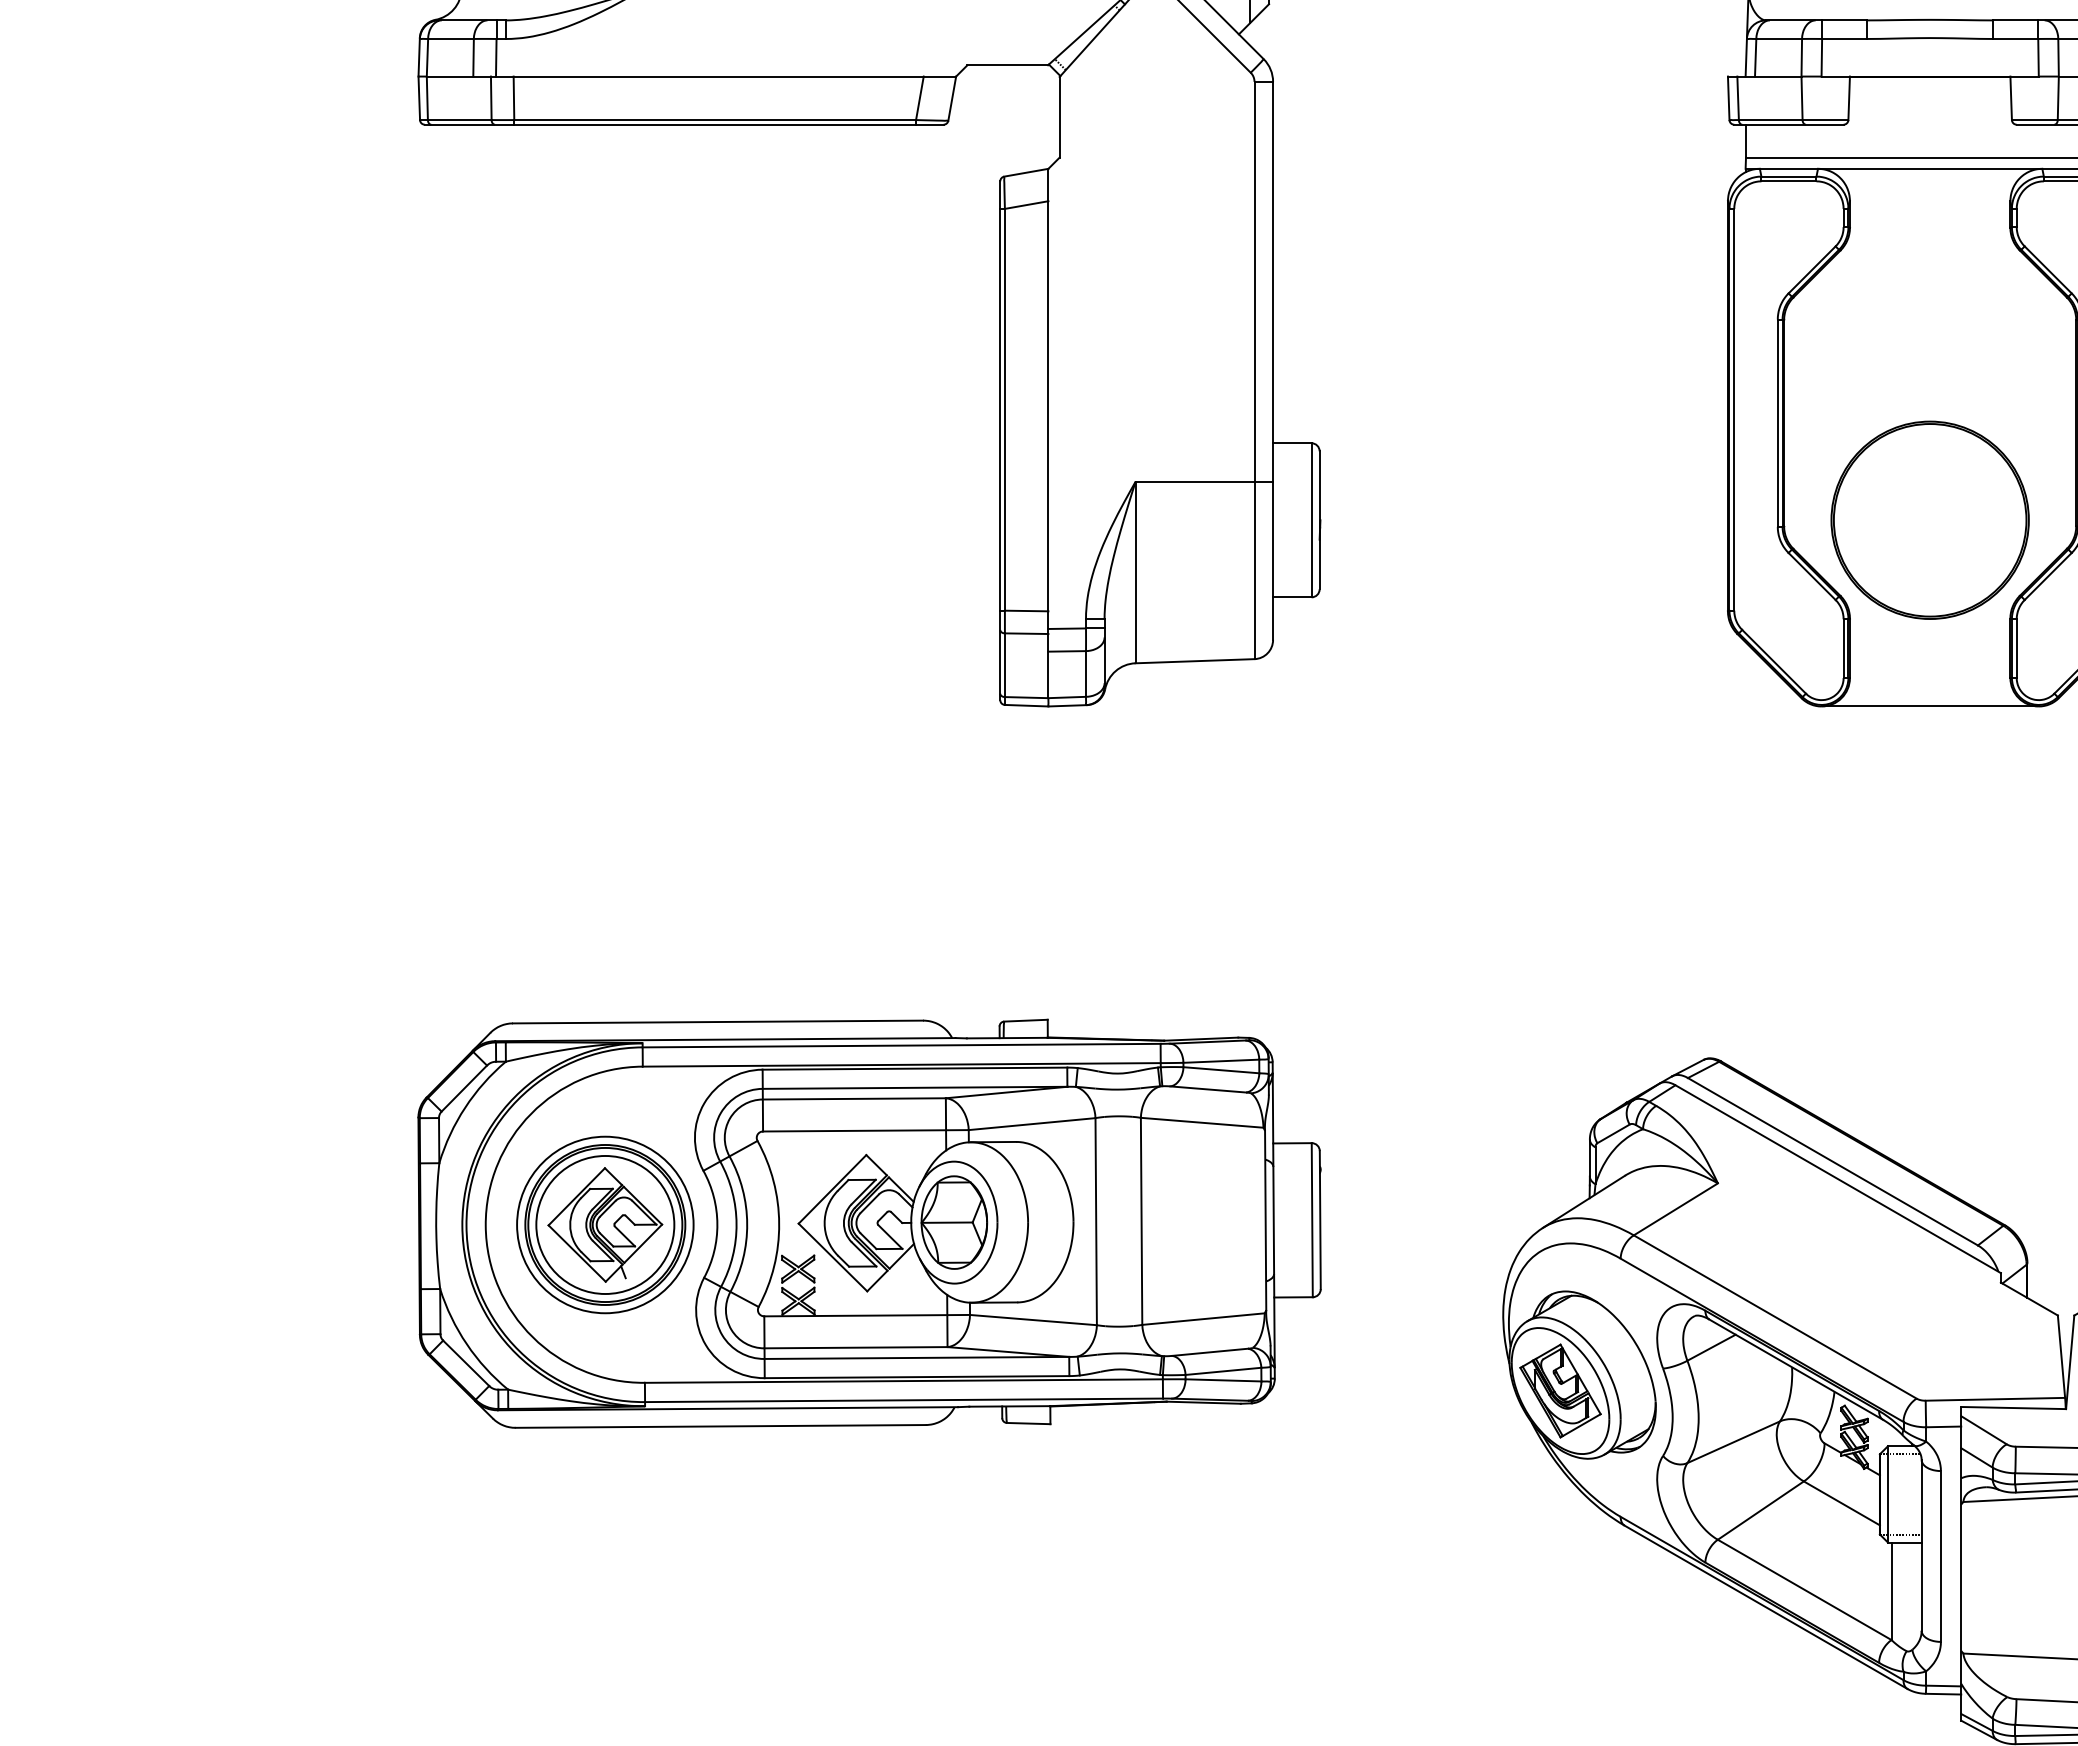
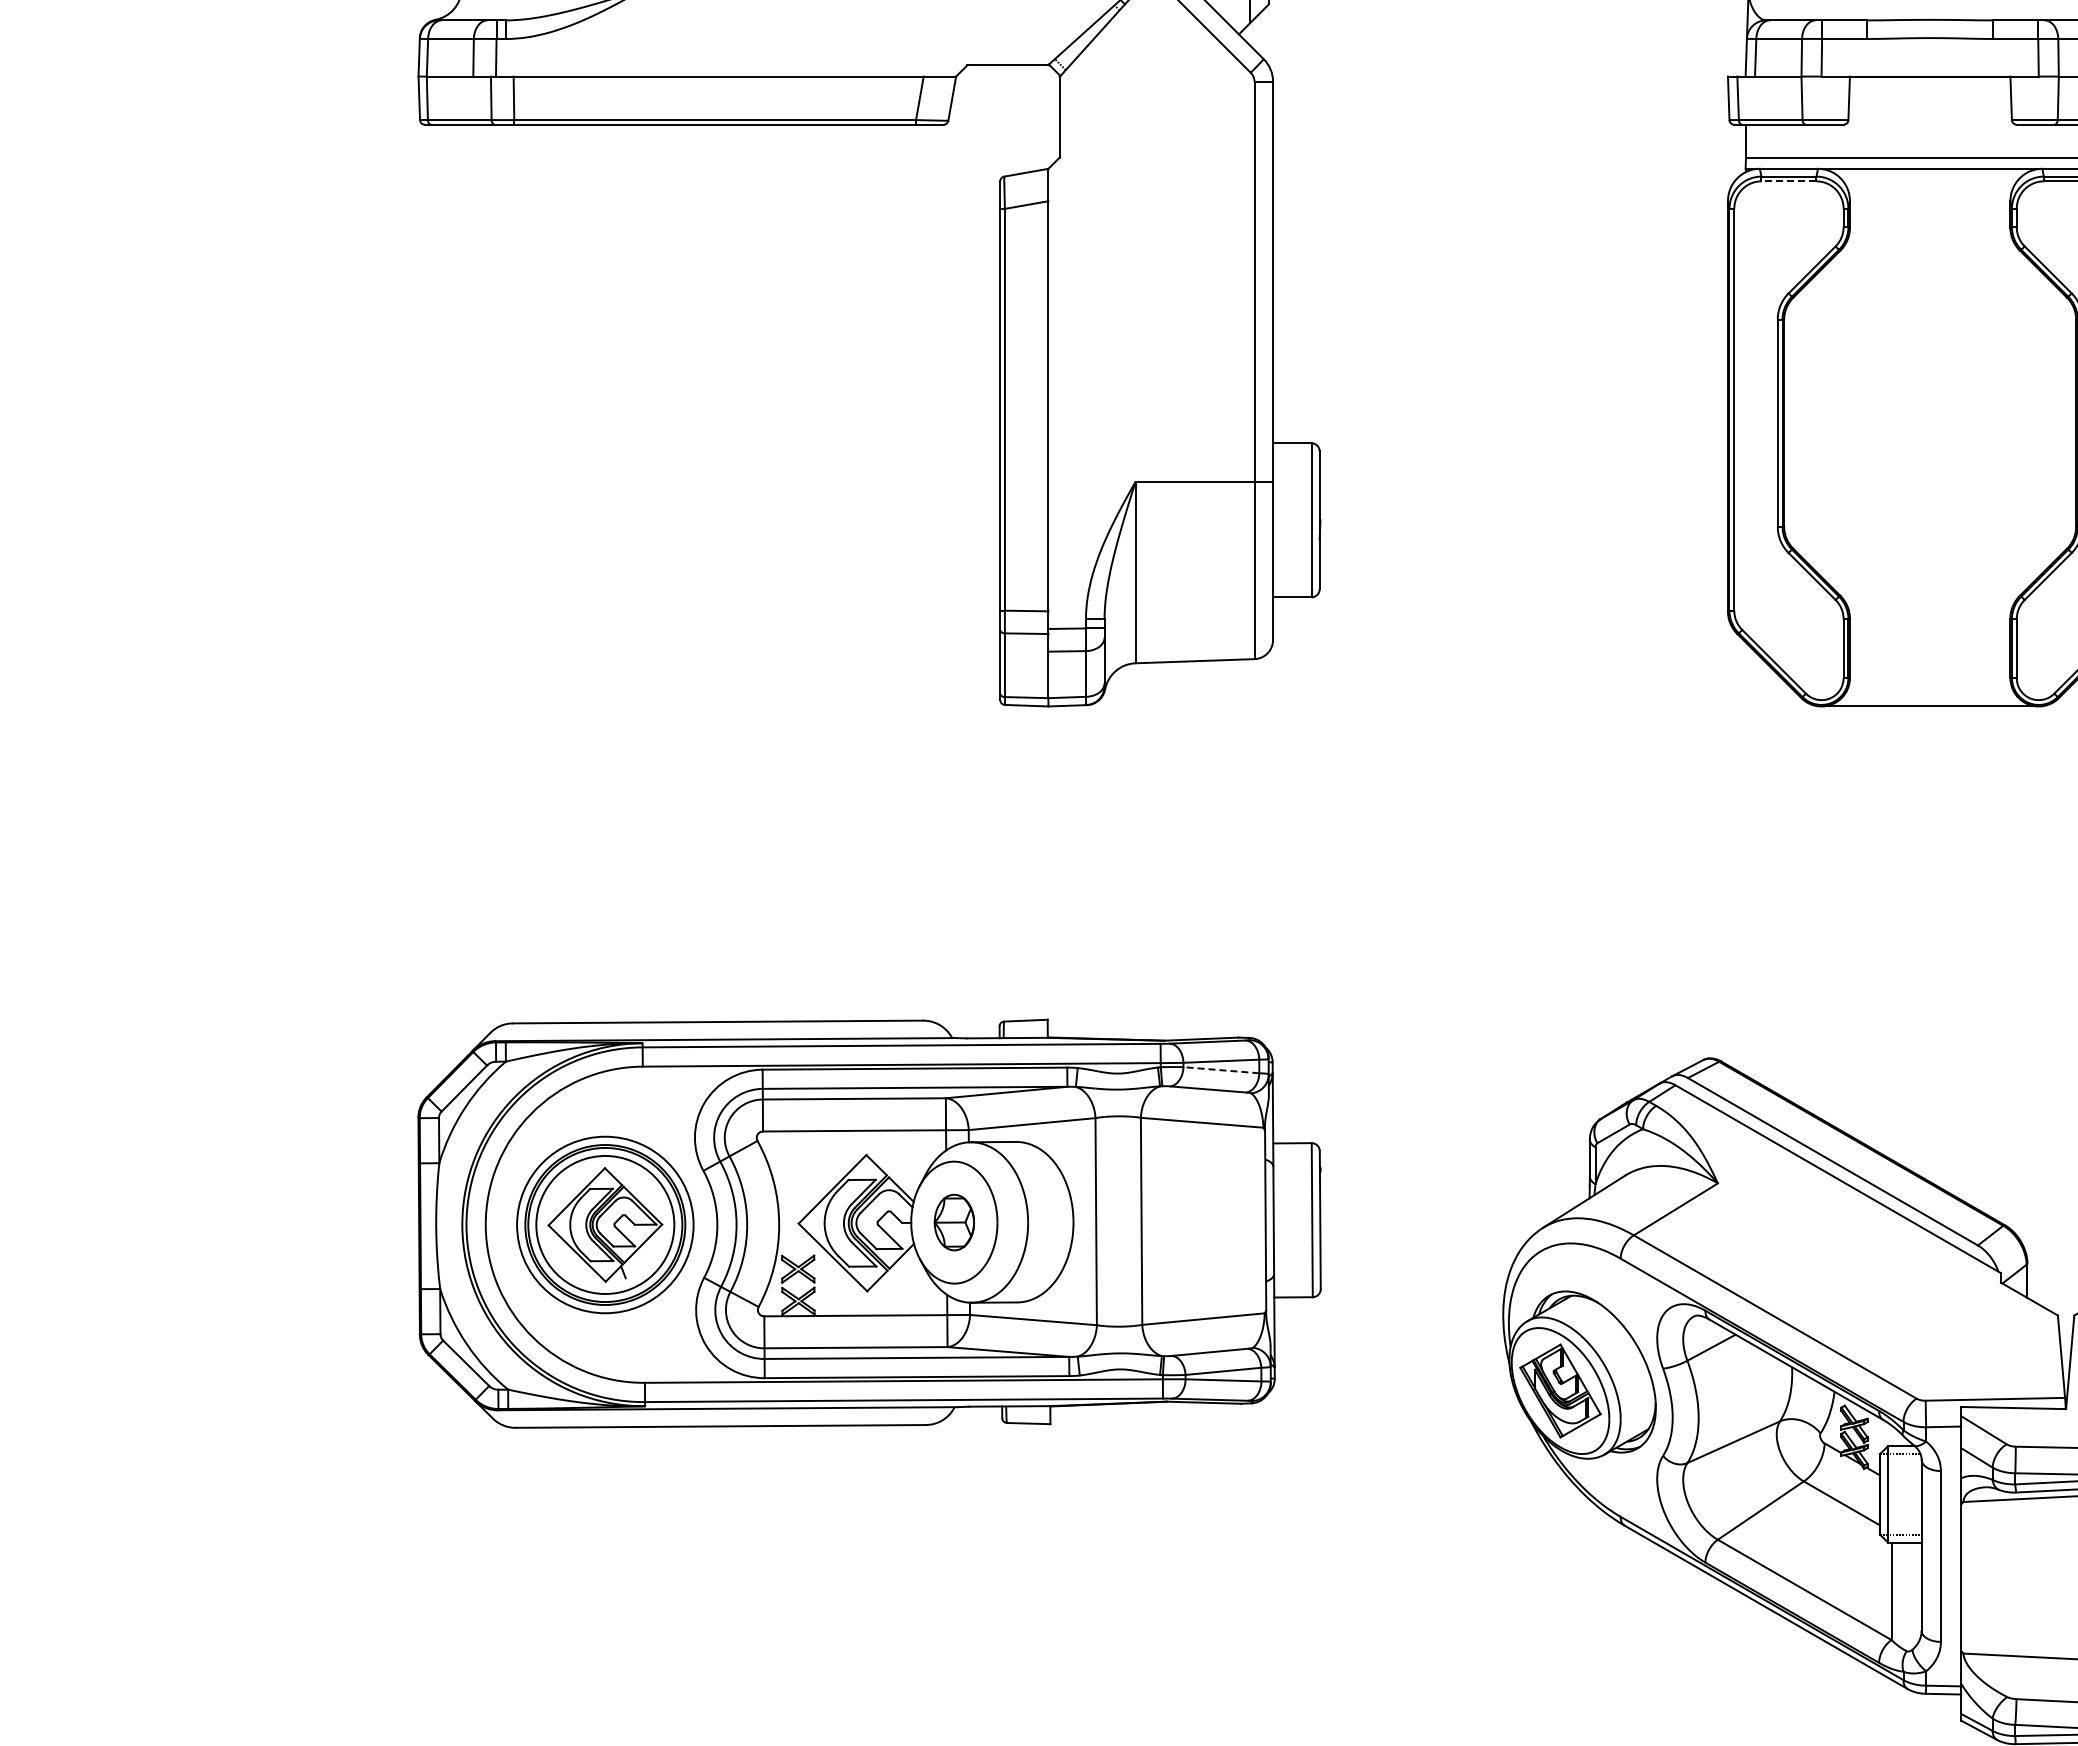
line at (1788, 181): solid -> dashed
part at (1929, 519): present -> none
line at (1220, 1070): solid -> dashed
part at (954, 1222) size: 69x95 px -> 42x59 px
